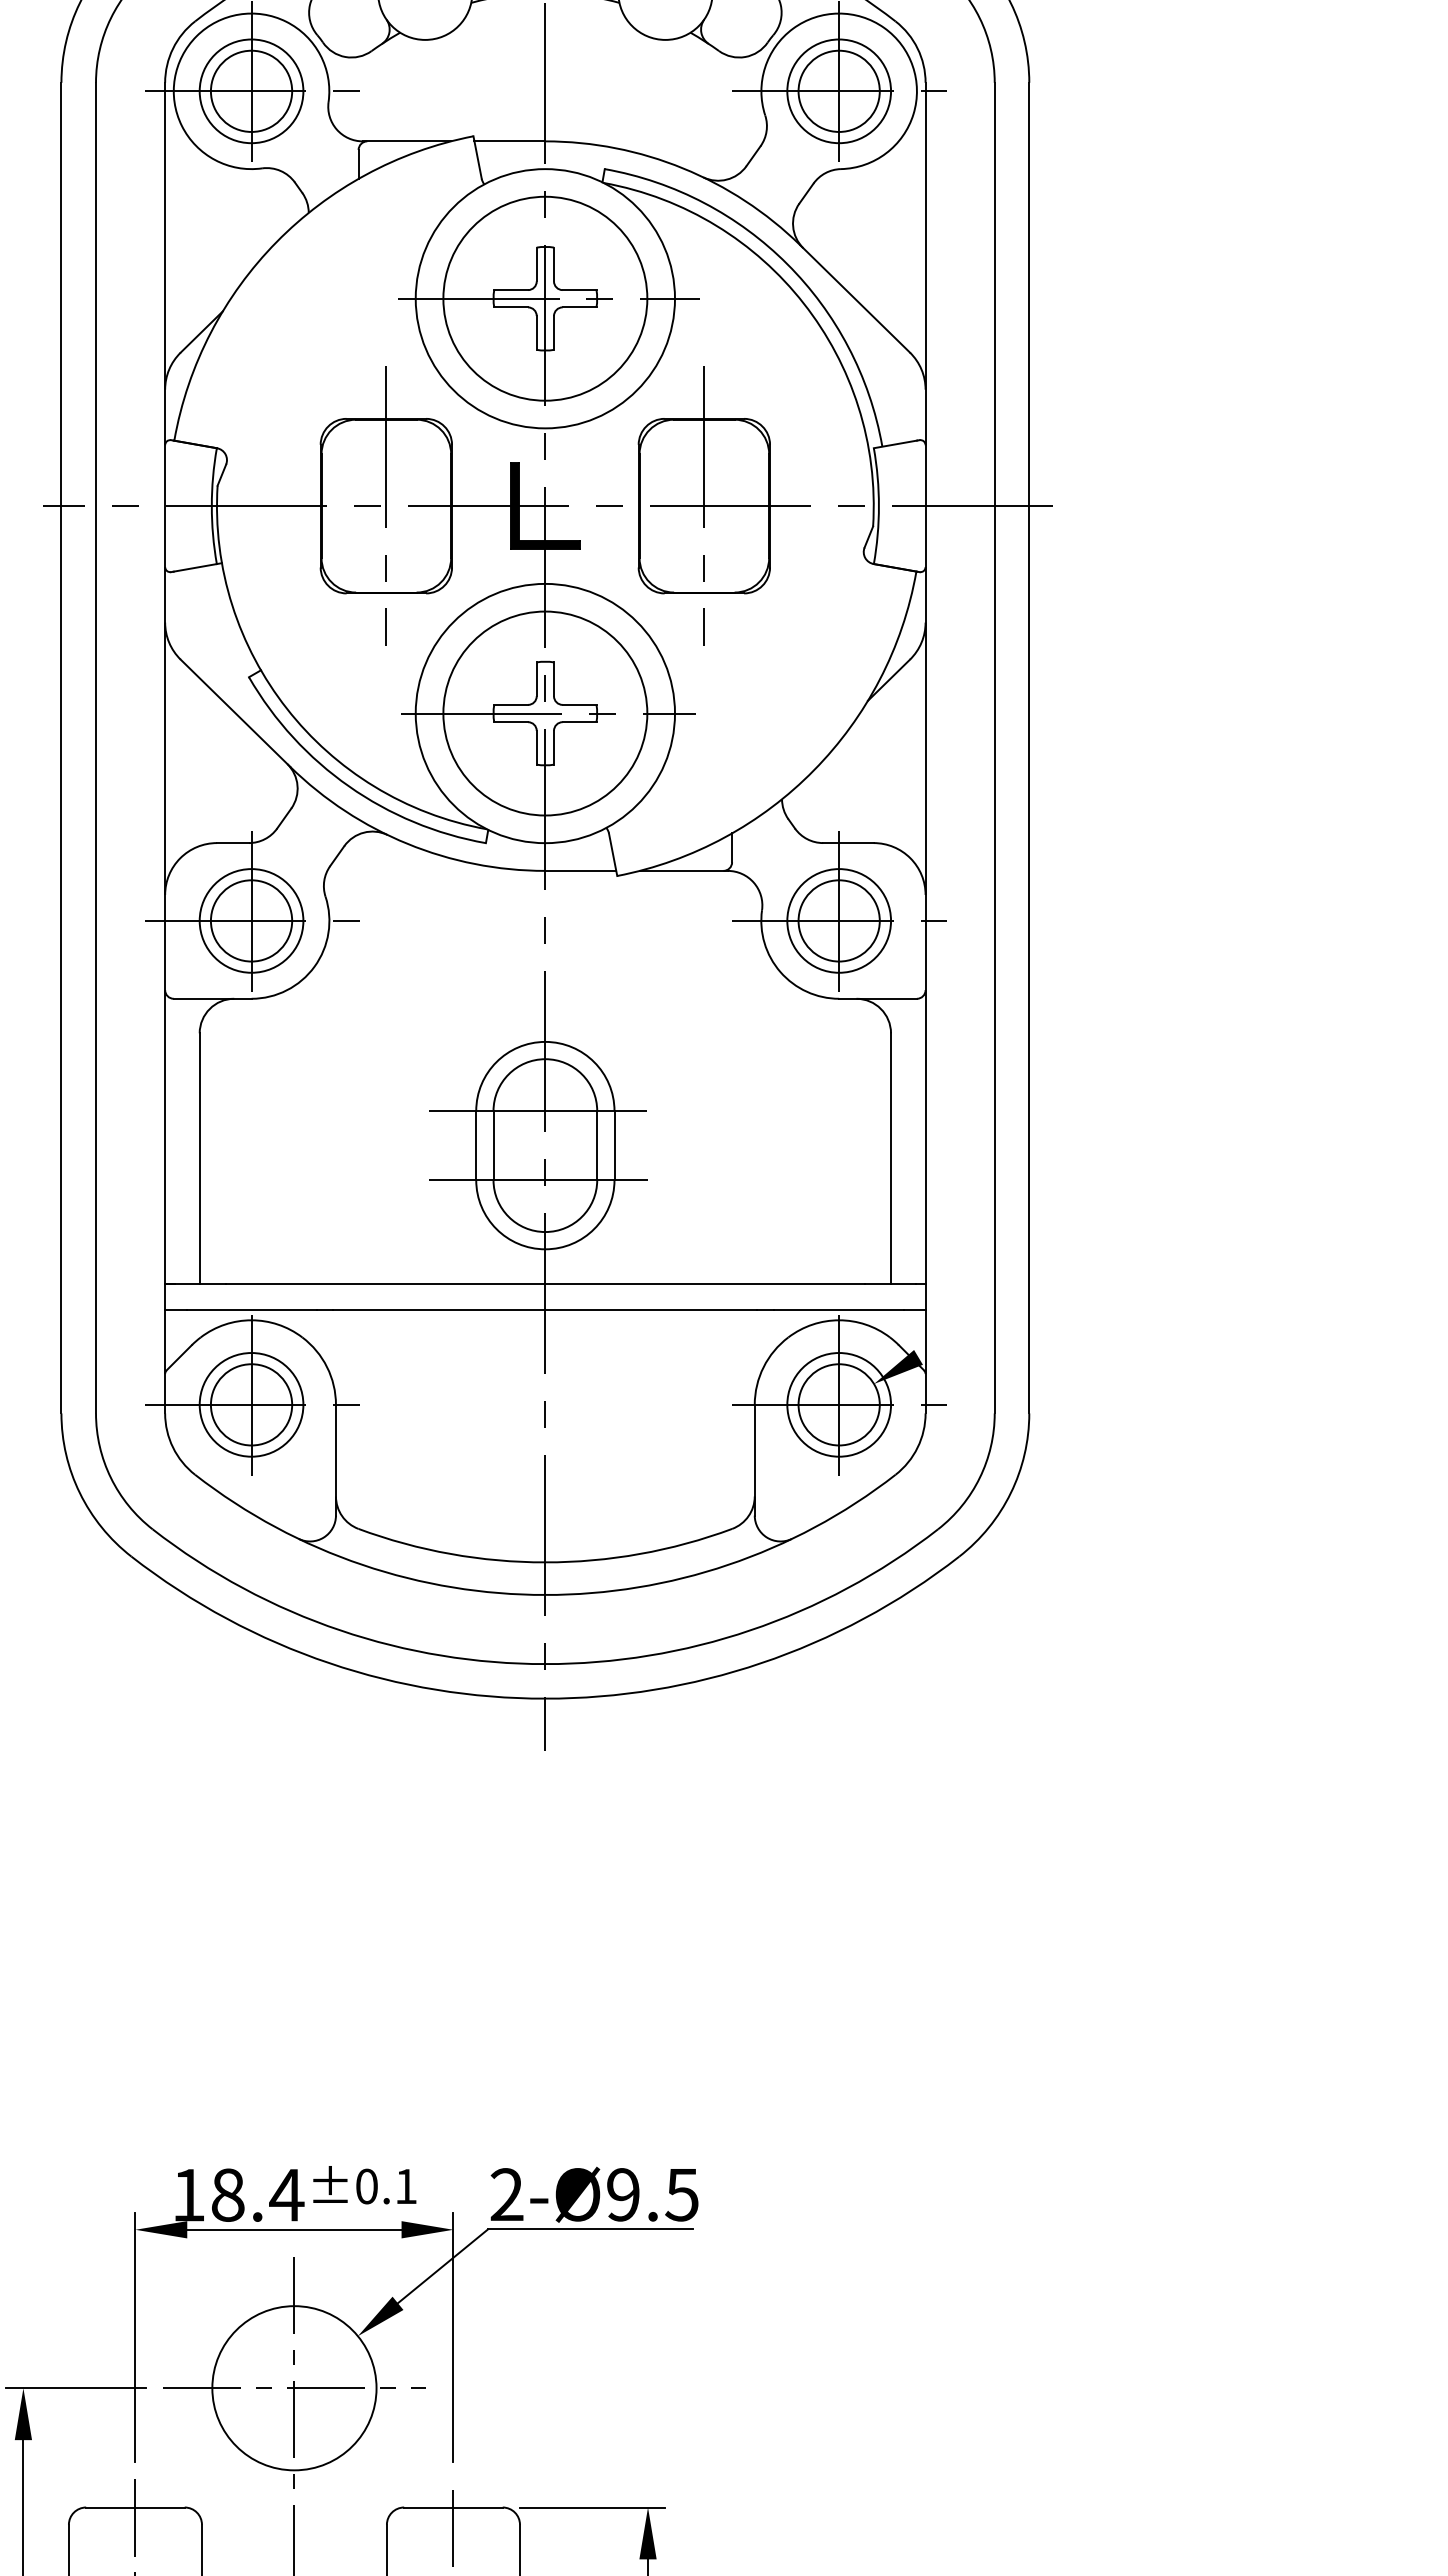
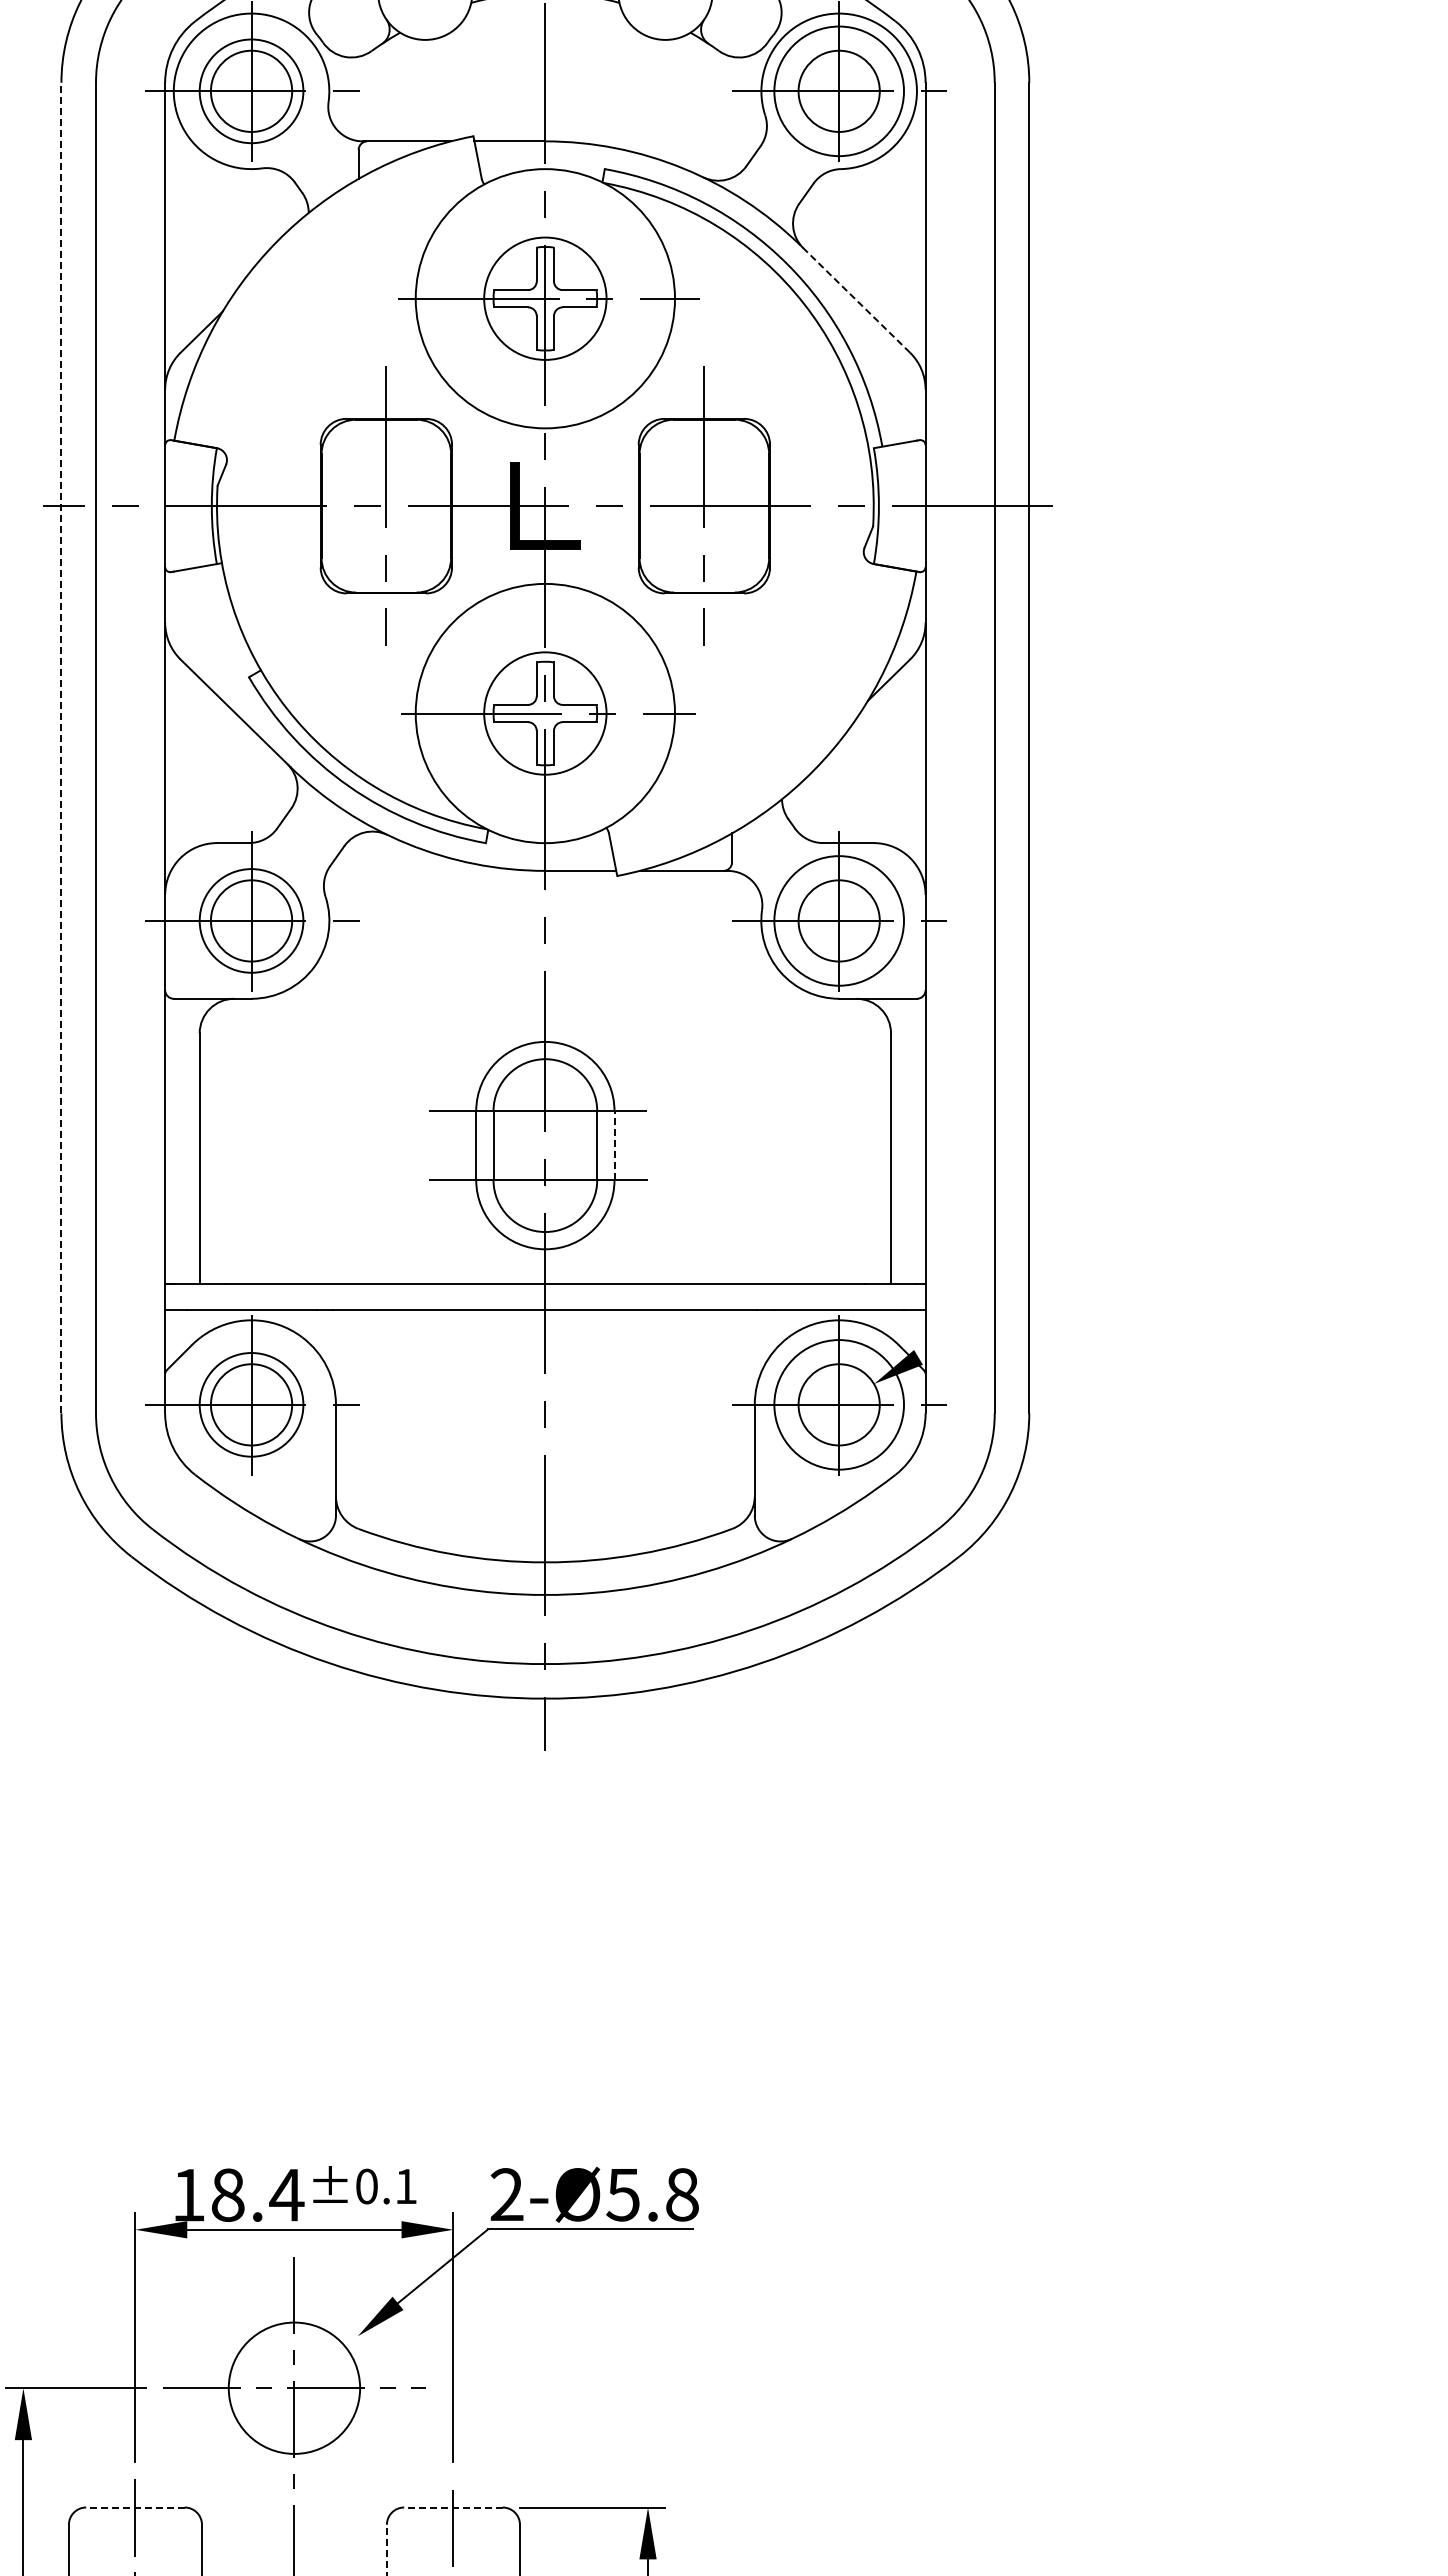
circle at (839, 91) diameter: 104 px -> 130 px
circle at (545, 298) diameter: 204 px -> 122 px
line at (855, 299): solid -> dashed
circle at (545, 713) diameter: 204 px -> 122 px
line at (61, 747): solid -> dashed
circle at (839, 920) diameter: 104 px -> 130 px
line at (614, 1145): solid -> dashed
circle at (839, 1404) diameter: 104 px -> 130 px
text at (652, 2194): 2-Ø9.5 -> 2-Ø5.8
circle at (294, 2388) diameter: 164 px -> 131 px
line at (134, 2507): solid -> dashed
line at (452, 2507): solid -> dashed
line at (386, 2549): solid -> dashed
